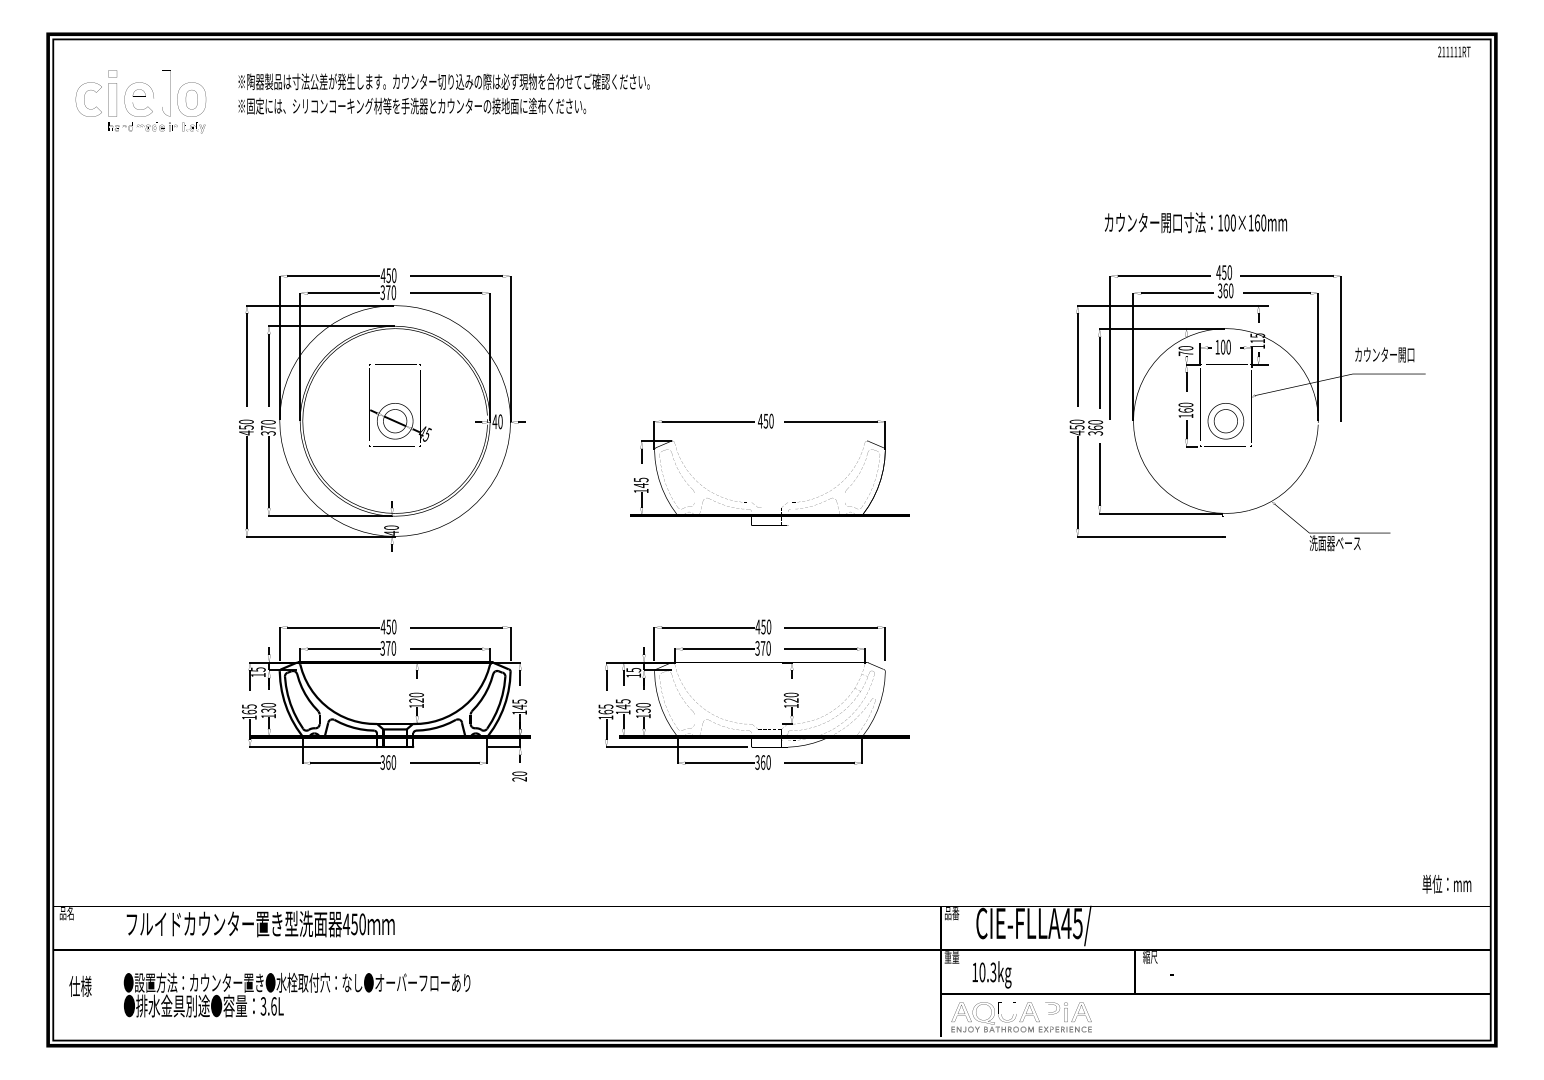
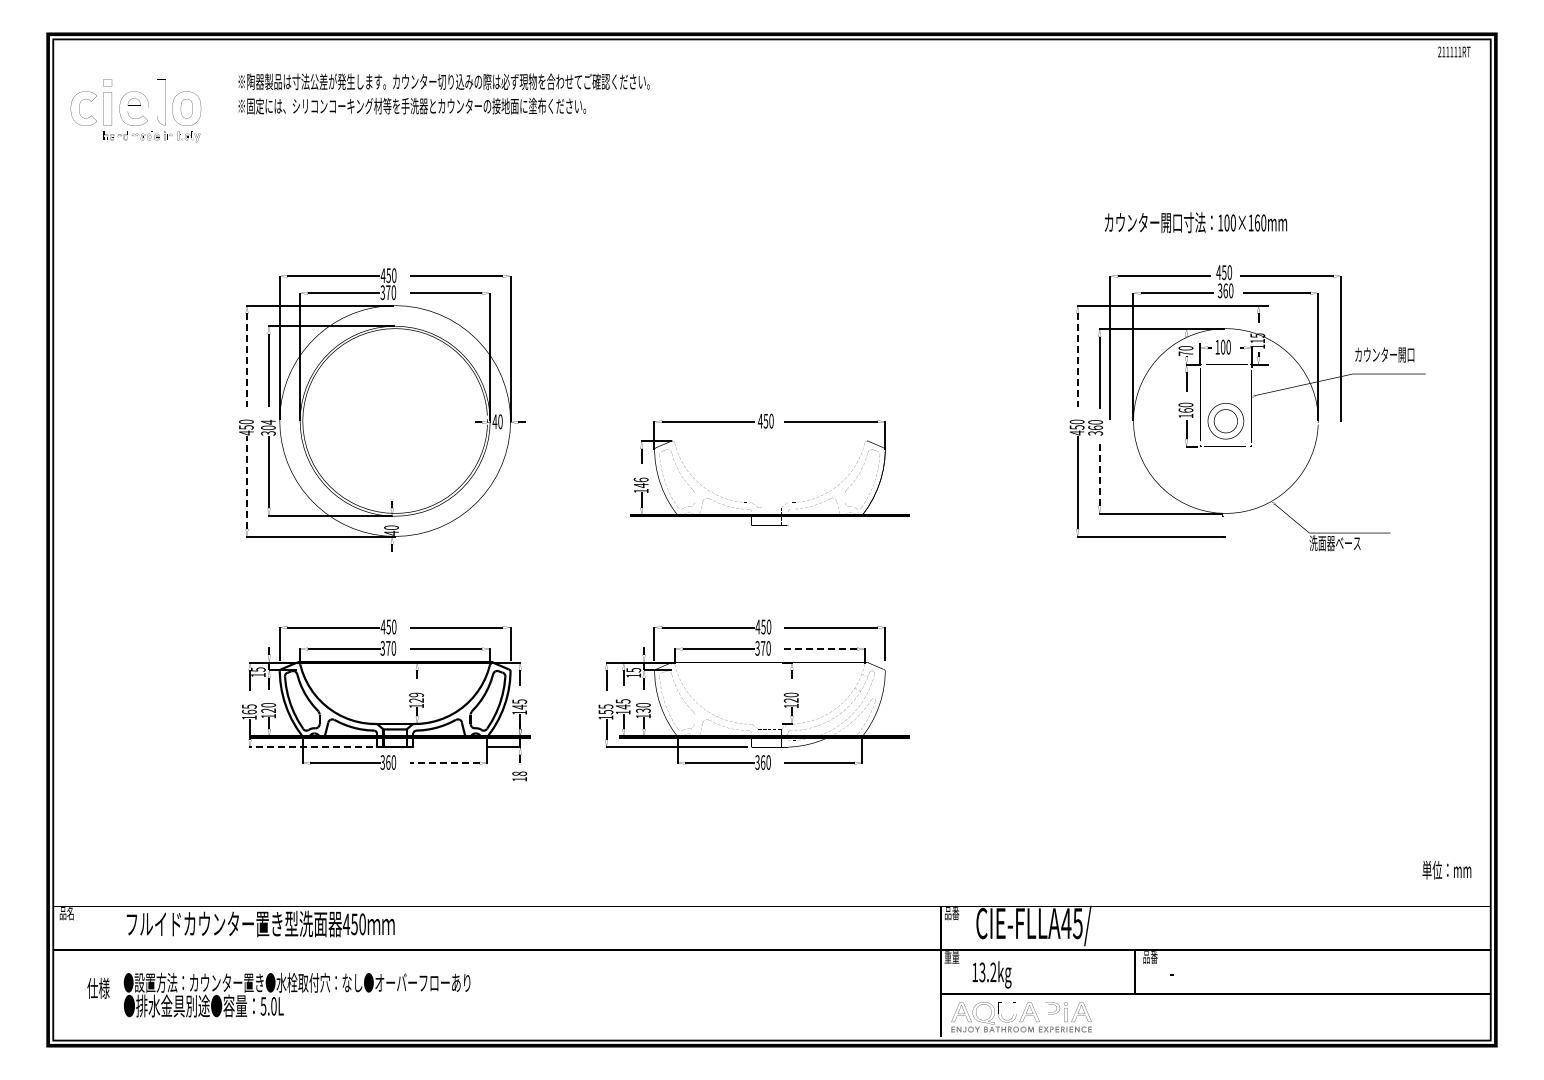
part at (140, 101) position: (140, 101) -> (135, 110)
line at (246, 359): solid -> dashed
line at (1077, 359): solid -> dashed
part at (400, 405): present -> none
text at (268, 425): 370 -> 304
line at (1099, 474): solid -> dashed
text at (640, 479): 145 -> 146
line at (246, 482): solid -> dashed
line at (820, 649): solid -> dashed
text at (416, 694): 120 -> 129
text at (269, 710): 130 -> 120
text at (605, 711): 165 -> 155
line at (322, 747): solid -> dashed
line at (444, 763): solid -> dashed
text at (519, 776): 20 -> 18
text at (1446, 883) position: (1446, 883) -> (1446, 869)
text at (1150, 957): 縮尺 -> 品番
text at (987, 972): 10.3kg -> 13.2kg
text at (80, 985) position: (80, 985) -> (98, 987)
text at (268, 1006): 3.6L -> 5.0L
